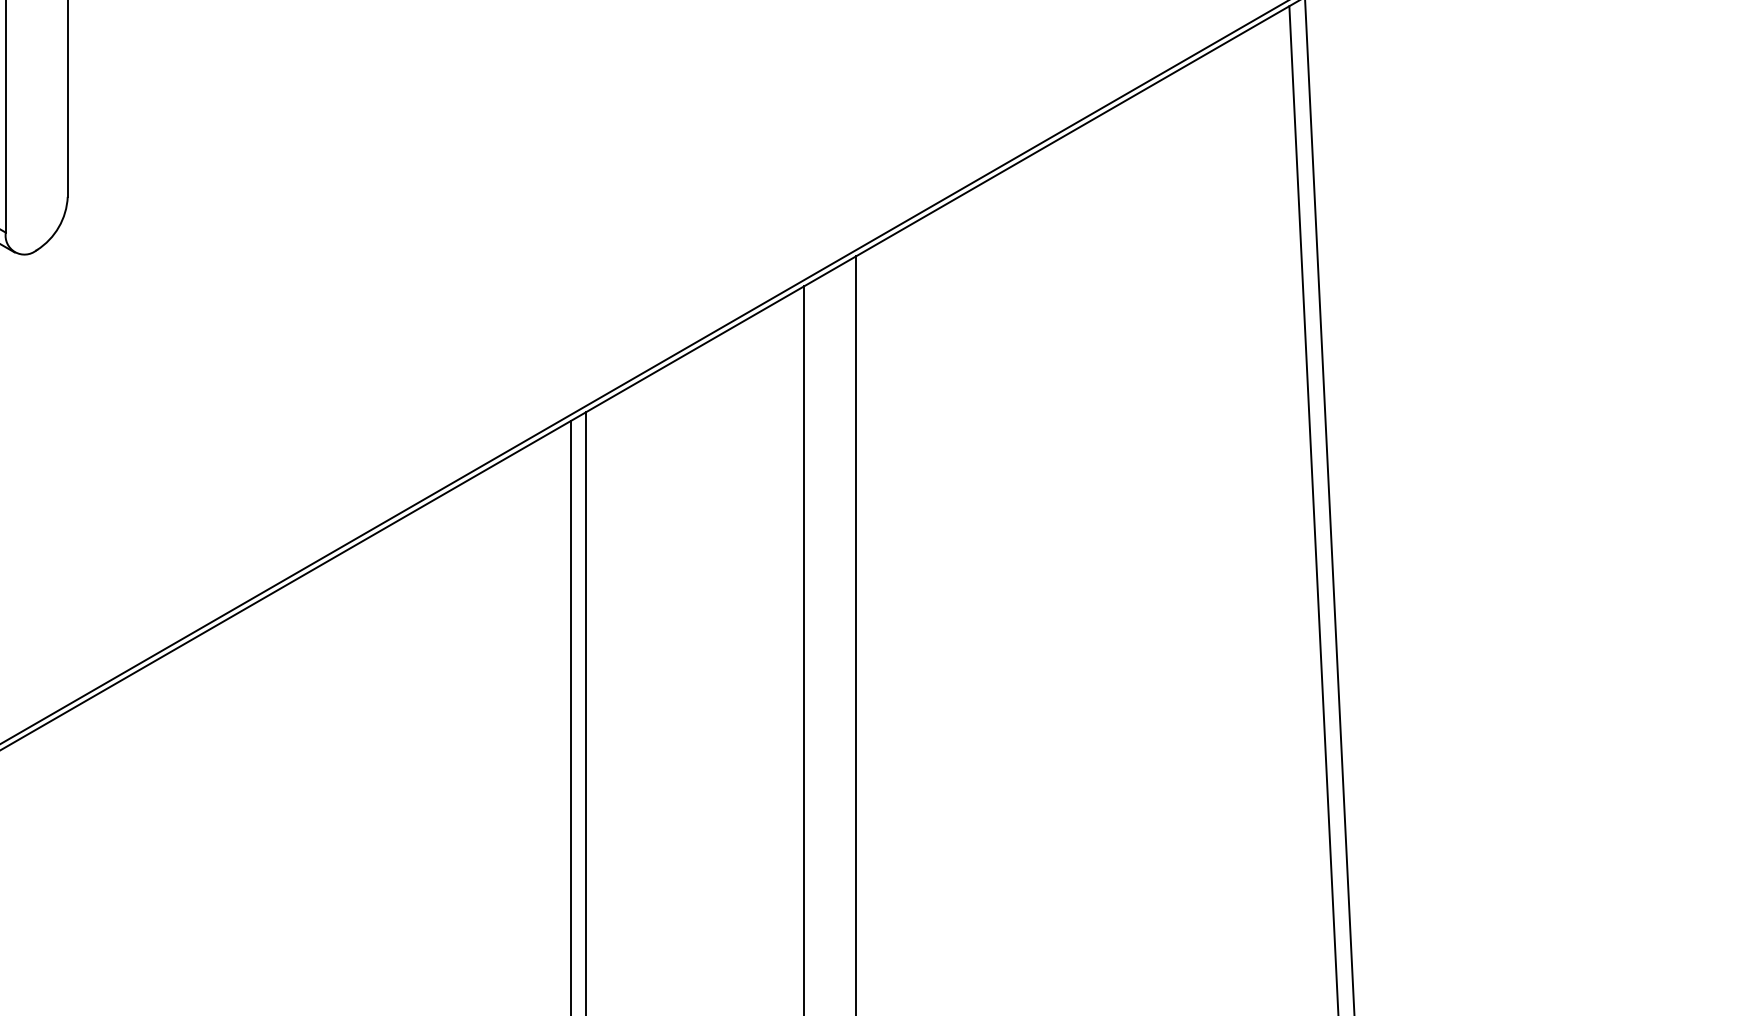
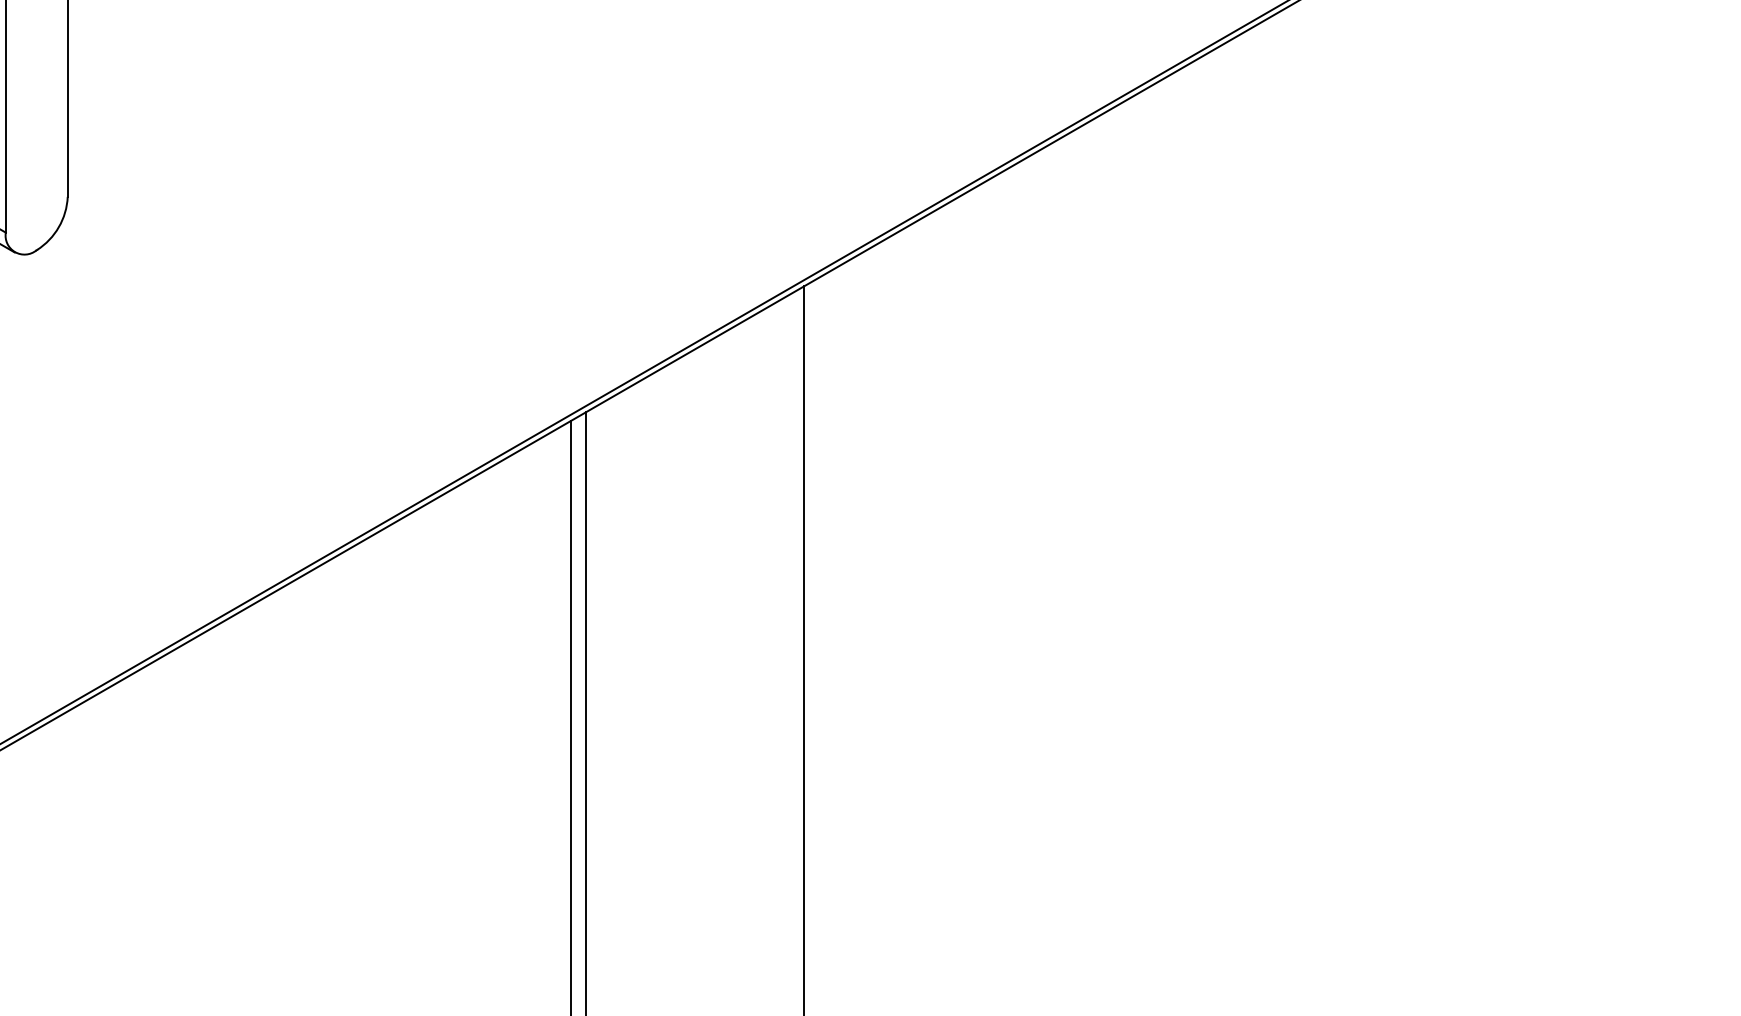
line at (1329, 507): present -> none
line at (1313, 509): present -> none
line at (856, 634): present -> none
